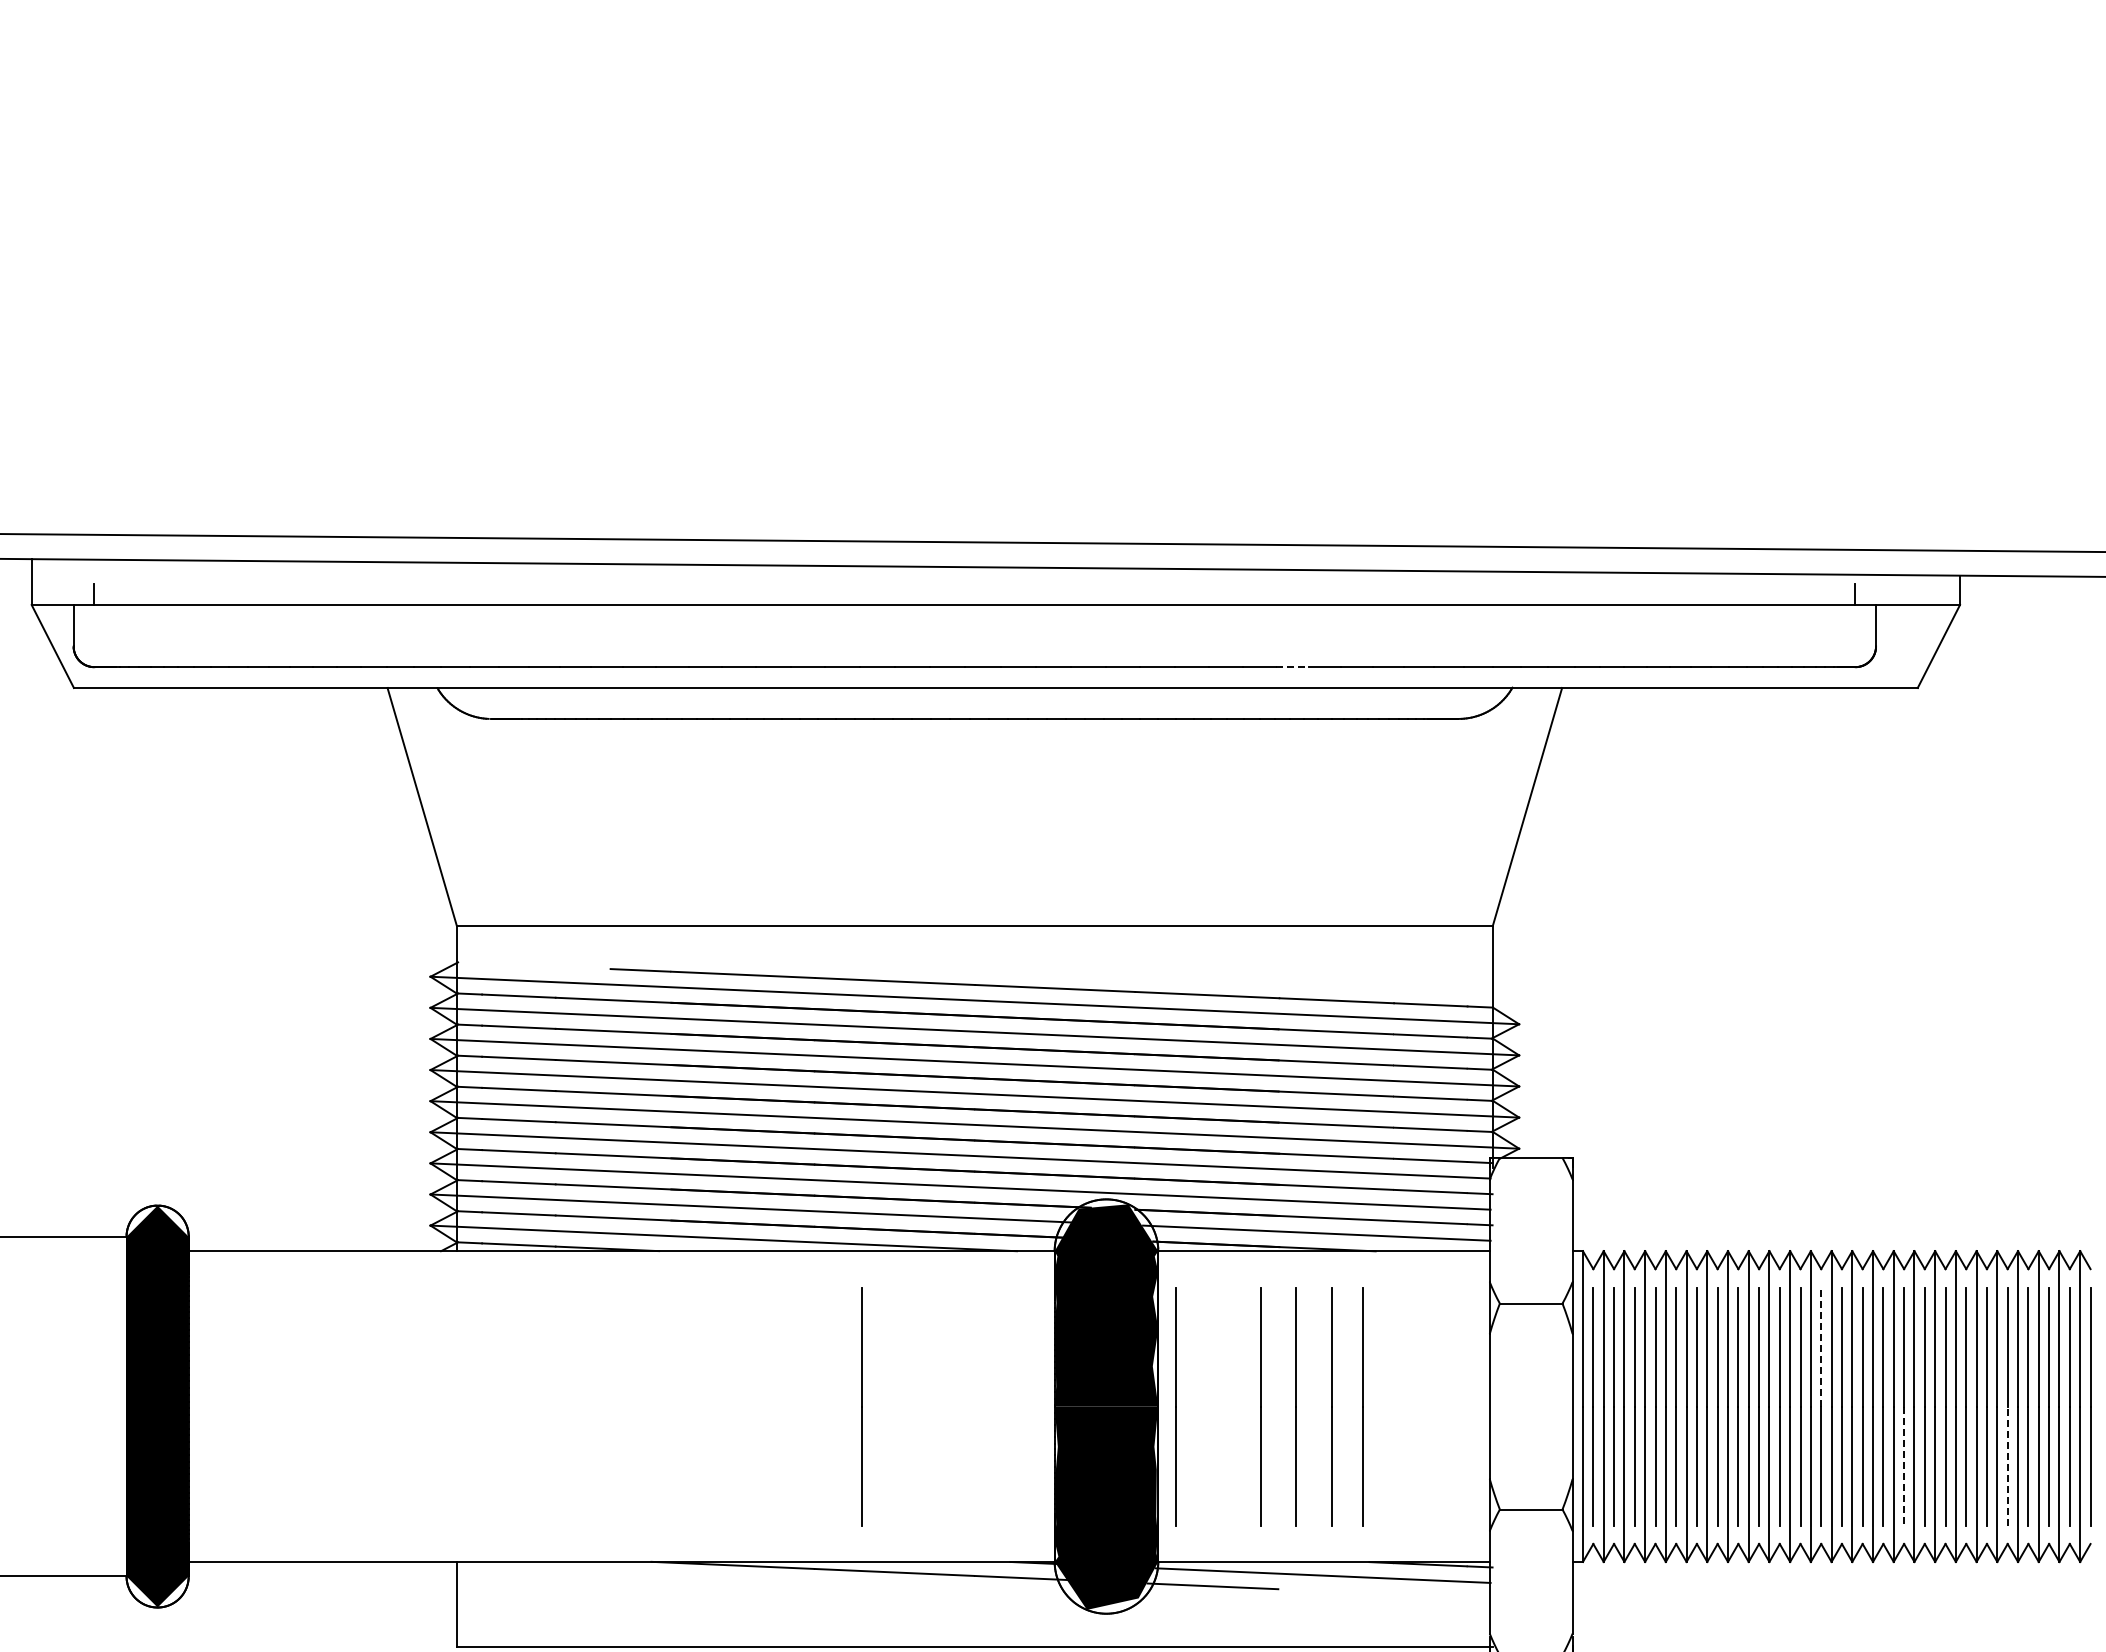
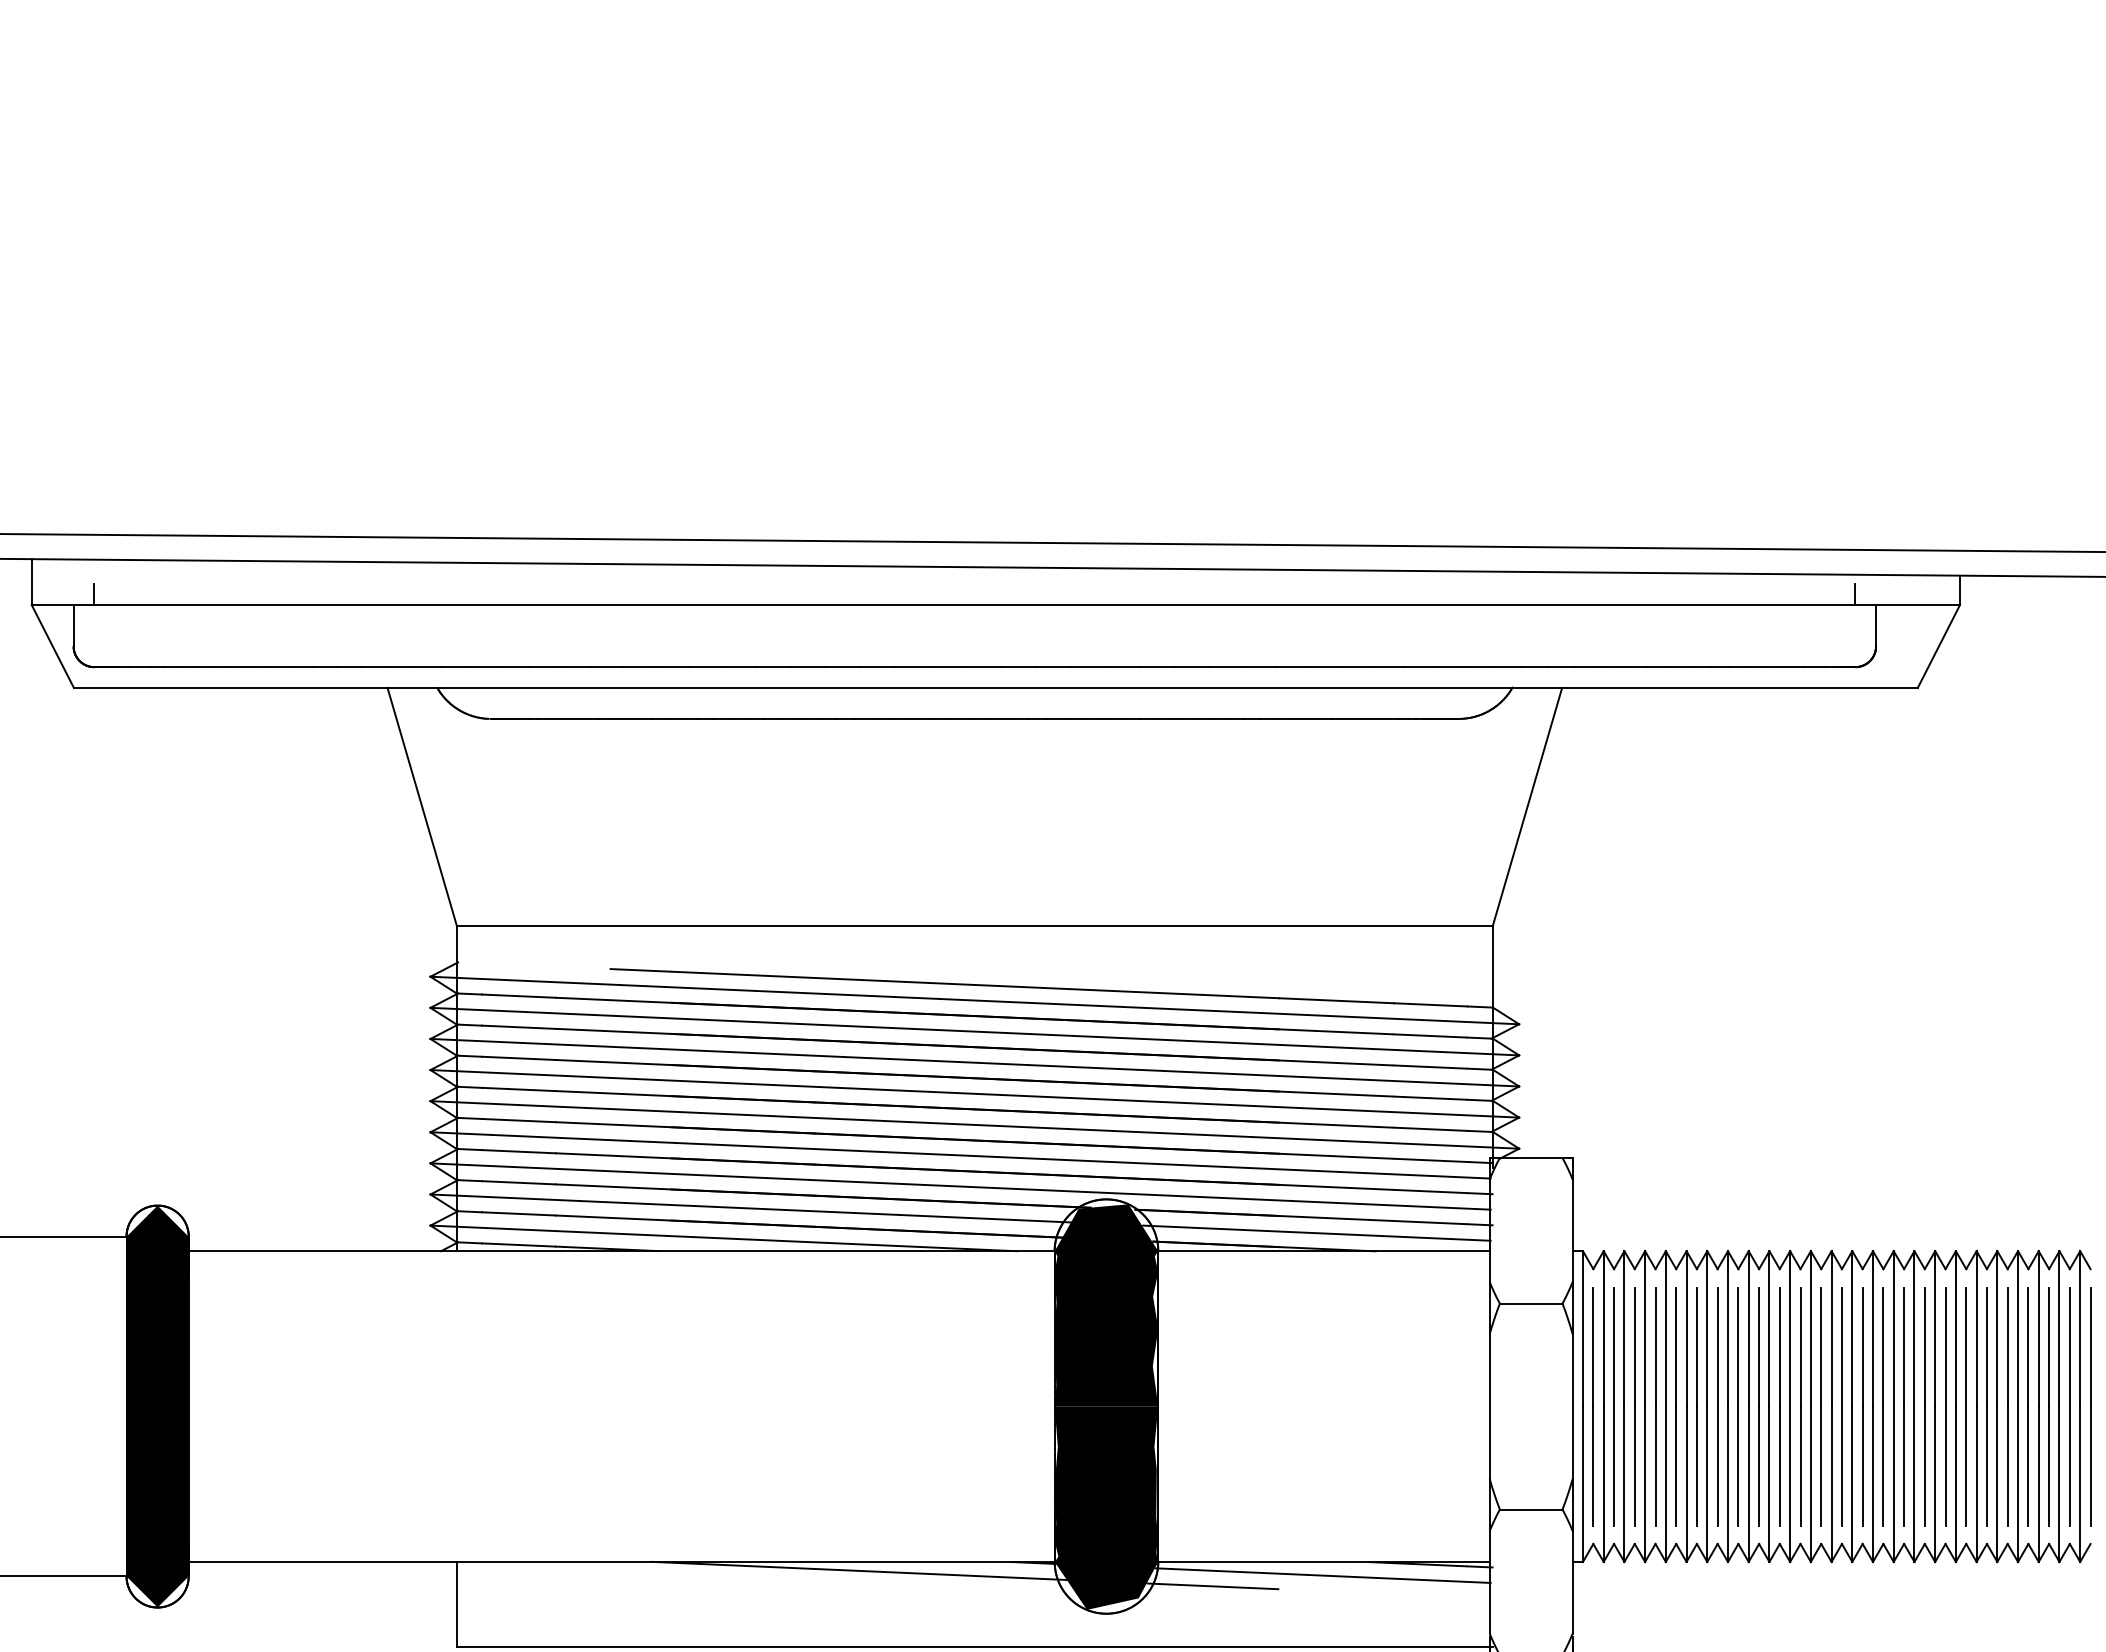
line at (1293, 667): dashed -> solid
line at (1821, 1347): dashed -> solid
line at (861, 1406): present -> none
line at (1175, 1406): present -> none
line at (1260, 1406): present -> none
line at (1295, 1406): present -> none
line at (1331, 1406): present -> none
line at (1362, 1406): present -> none
line at (1904, 1466): dashed -> solid
line at (2007, 1466): dashed -> solid
